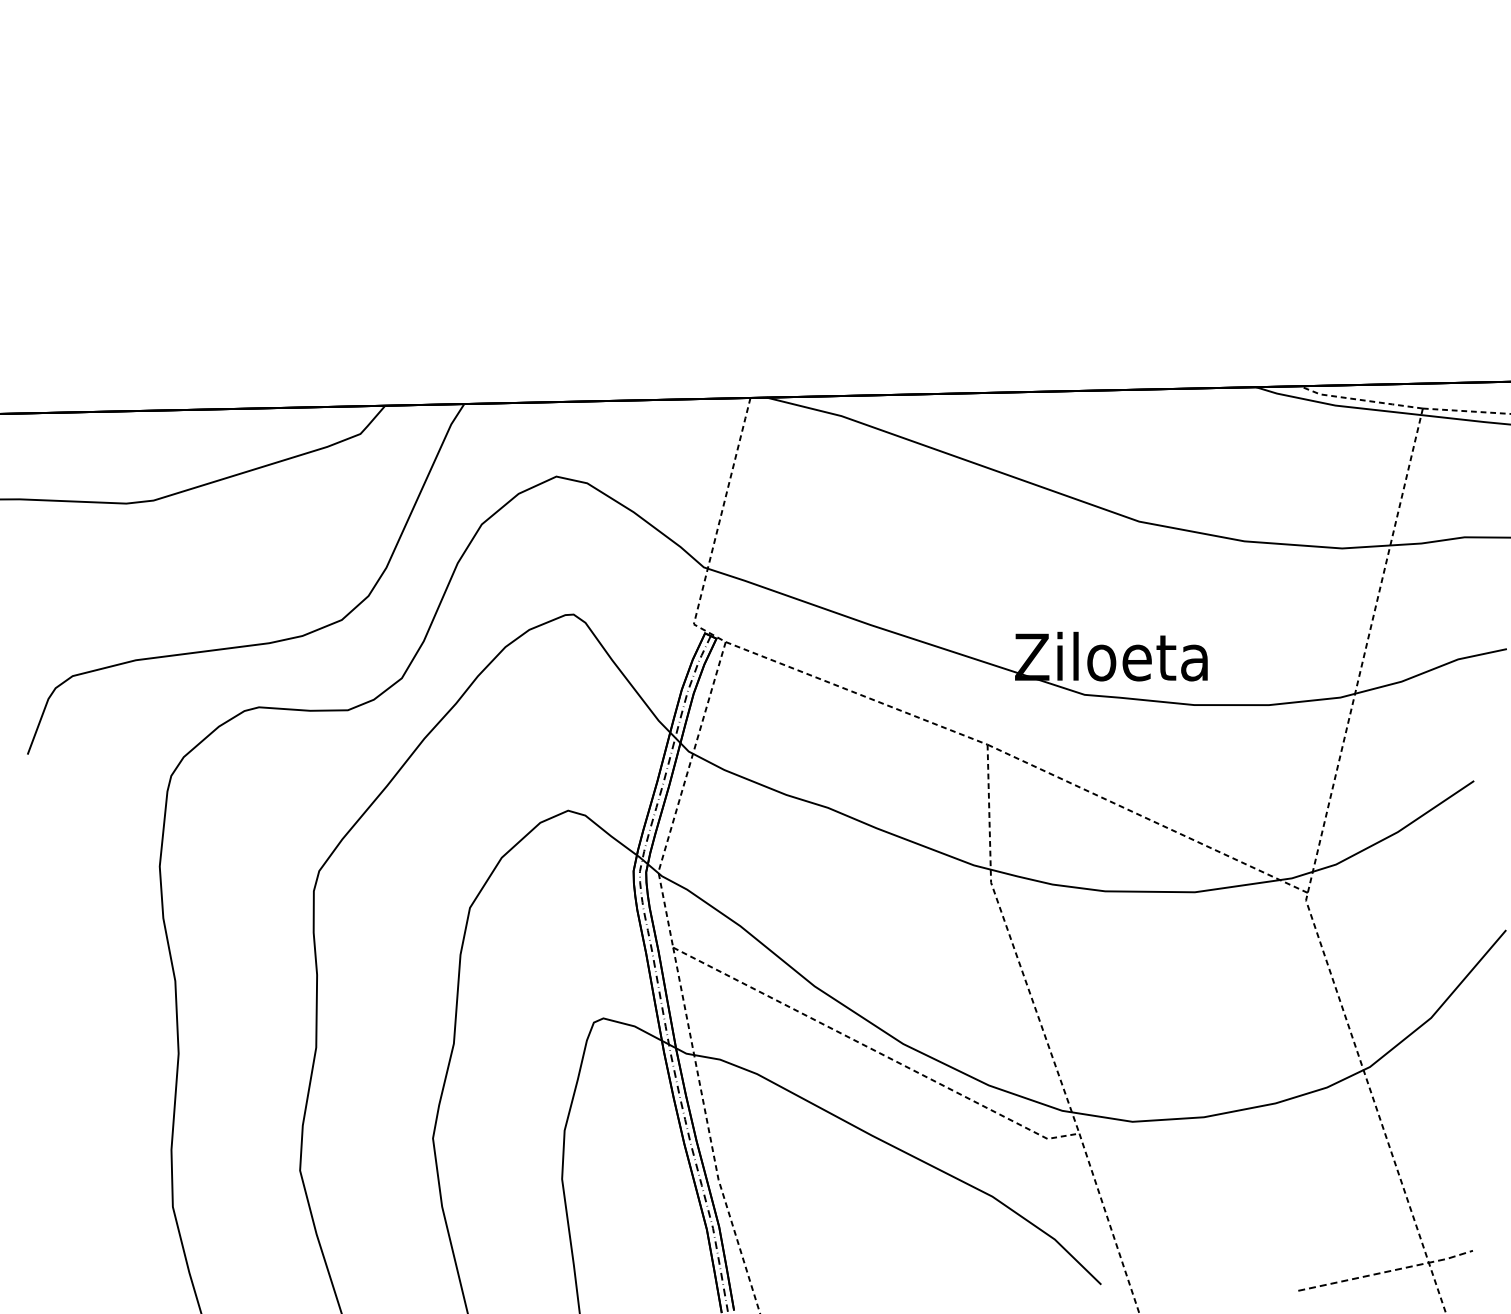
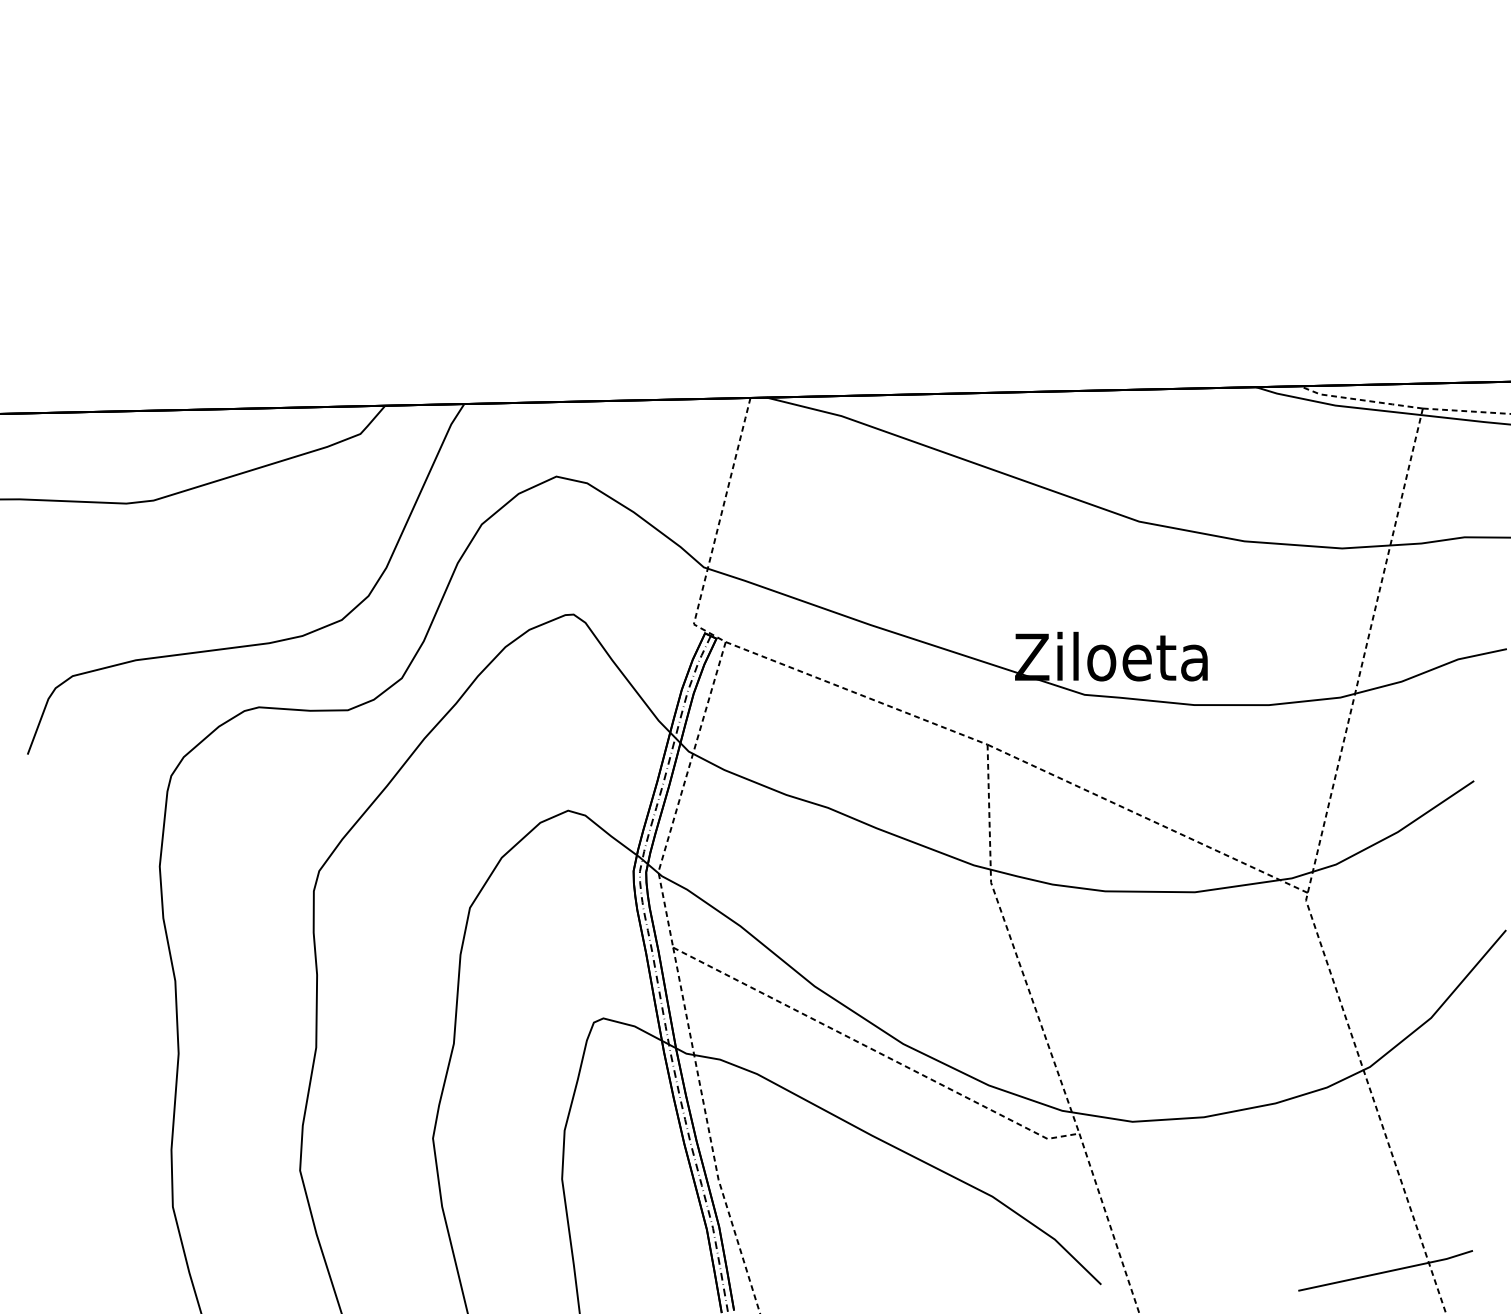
line at (1387, 1271): dashed -> solid
